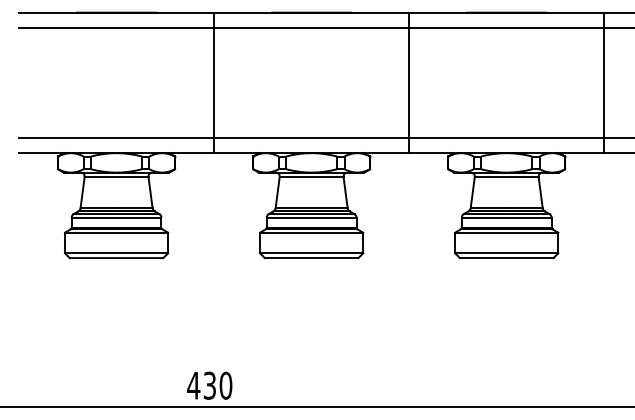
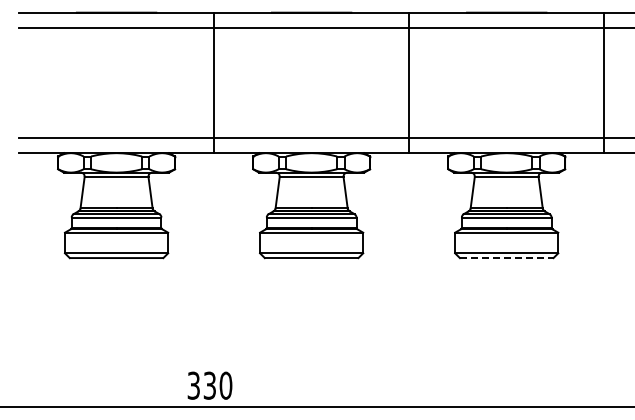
line at (506, 258): solid -> dashed
text at (193, 385): 430 -> 330
